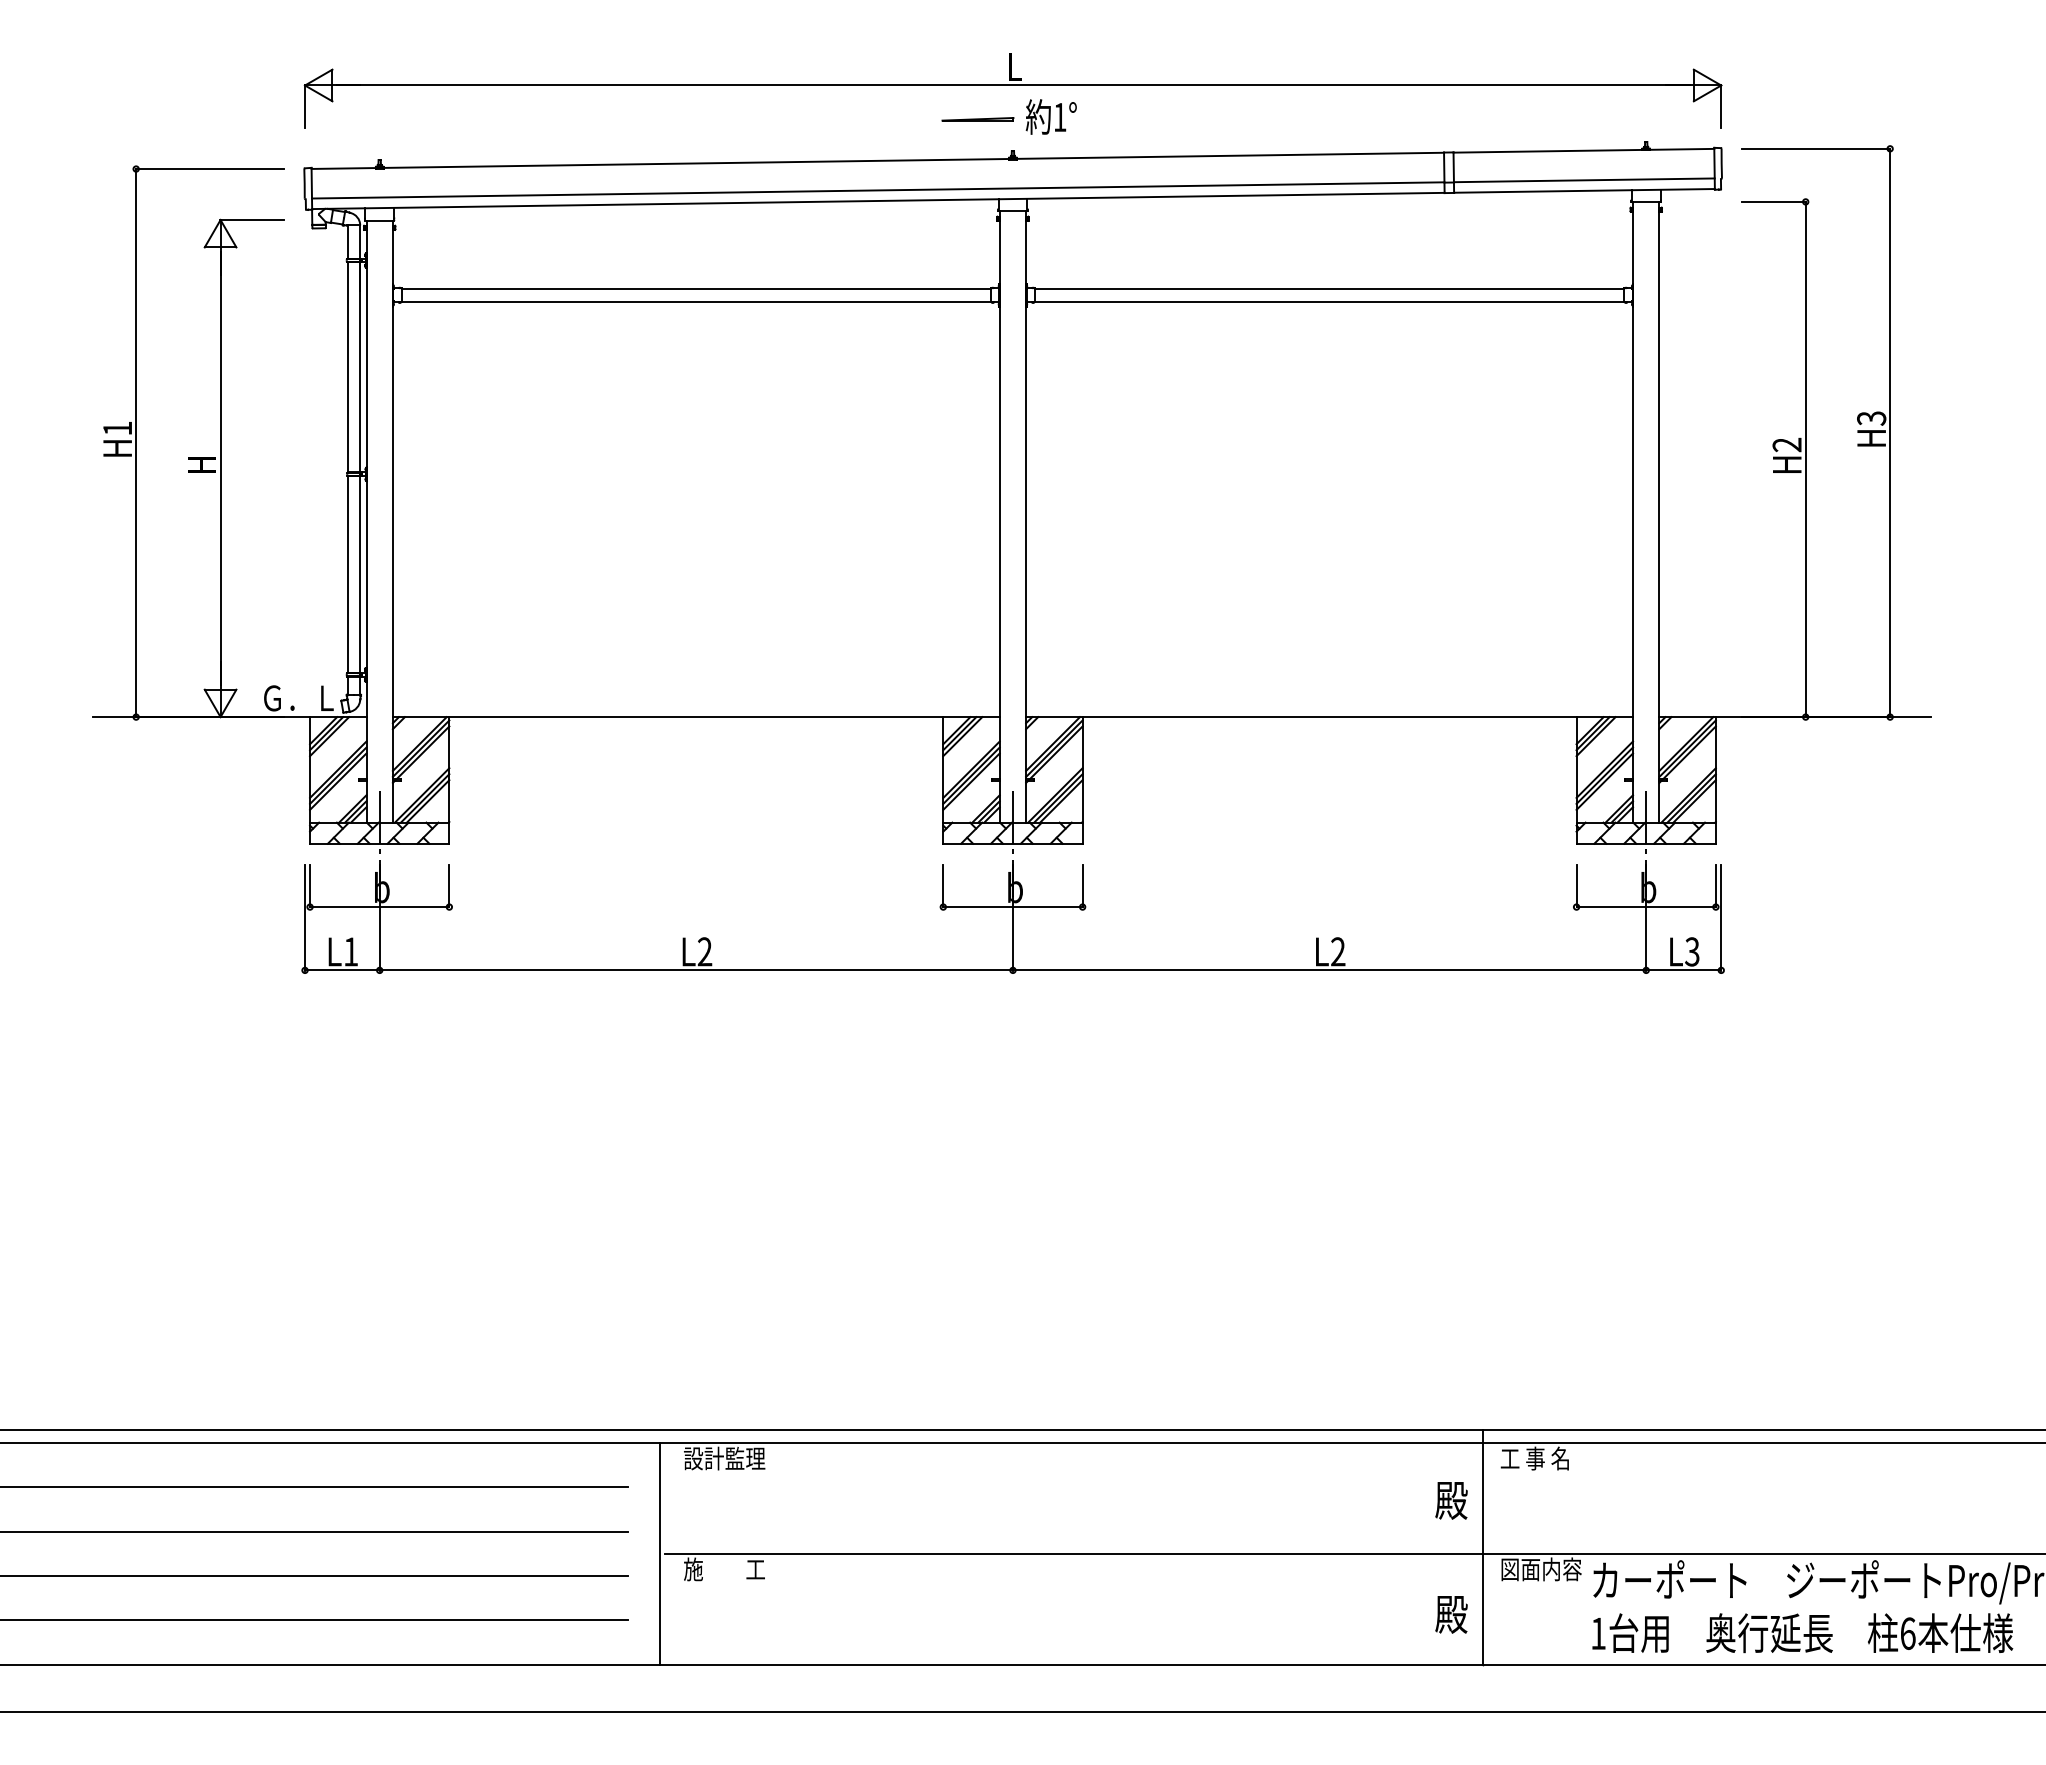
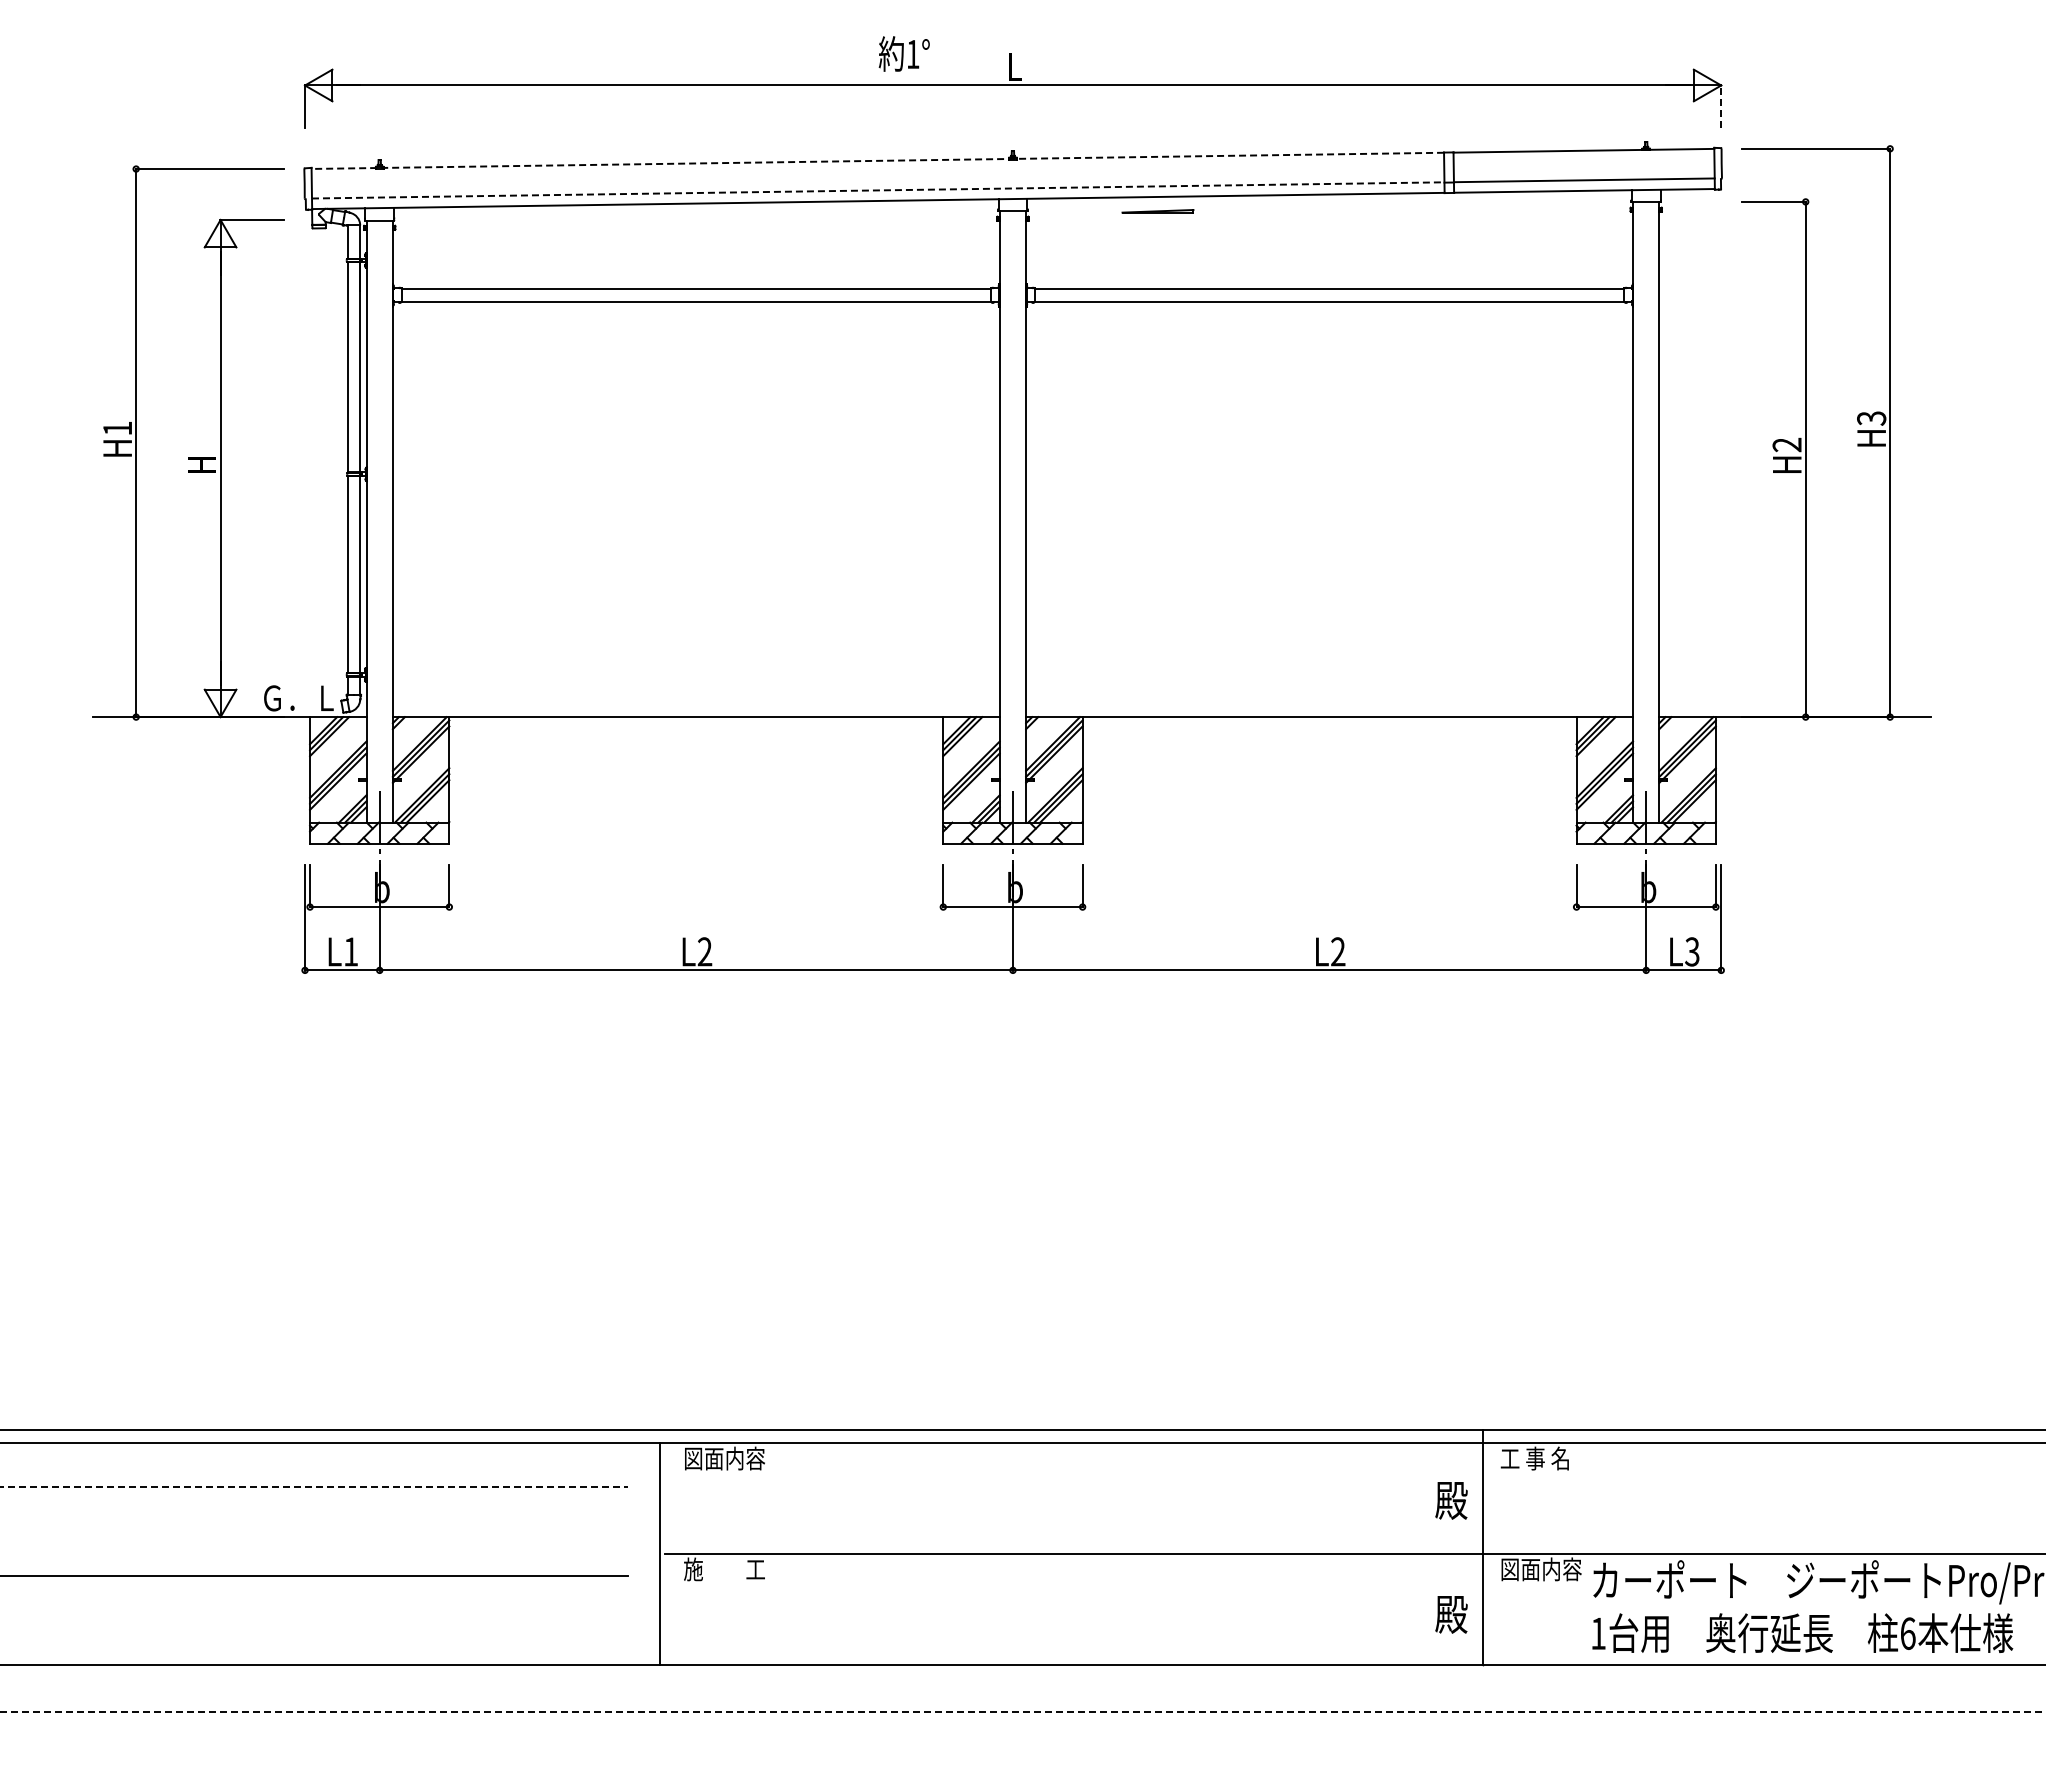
line at (1721, 106): solid -> dashed
text at (1050, 116) position: (1050, 116) -> (903, 53)
line at (977, 119) position: (977, 119) -> (1157, 211)
line at (877, 160): solid -> dashed
line at (878, 190): solid -> dashed
text at (724, 1458): 設計監理 -> 図面内容
line at (314, 1487): solid -> dashed
line at (315, 1531): present -> none
line at (315, 1620): present -> none
line at (1023, 1712): solid -> dashed
